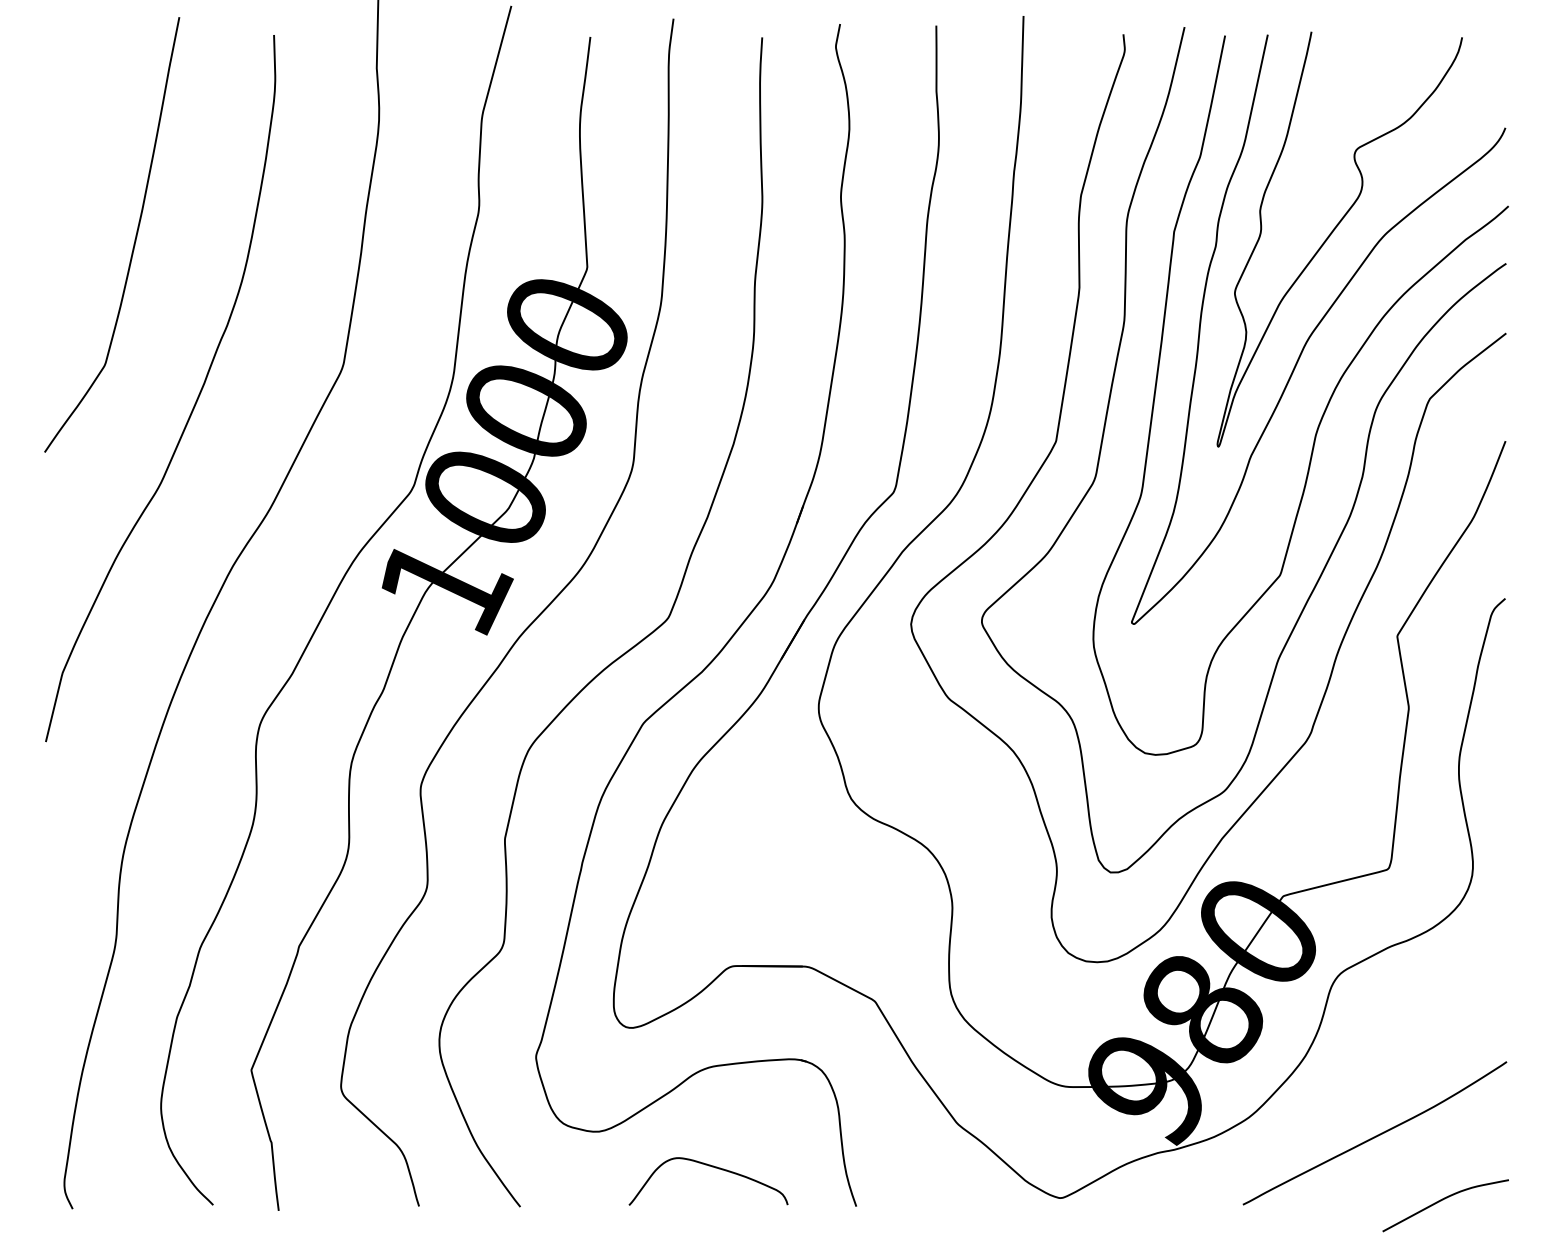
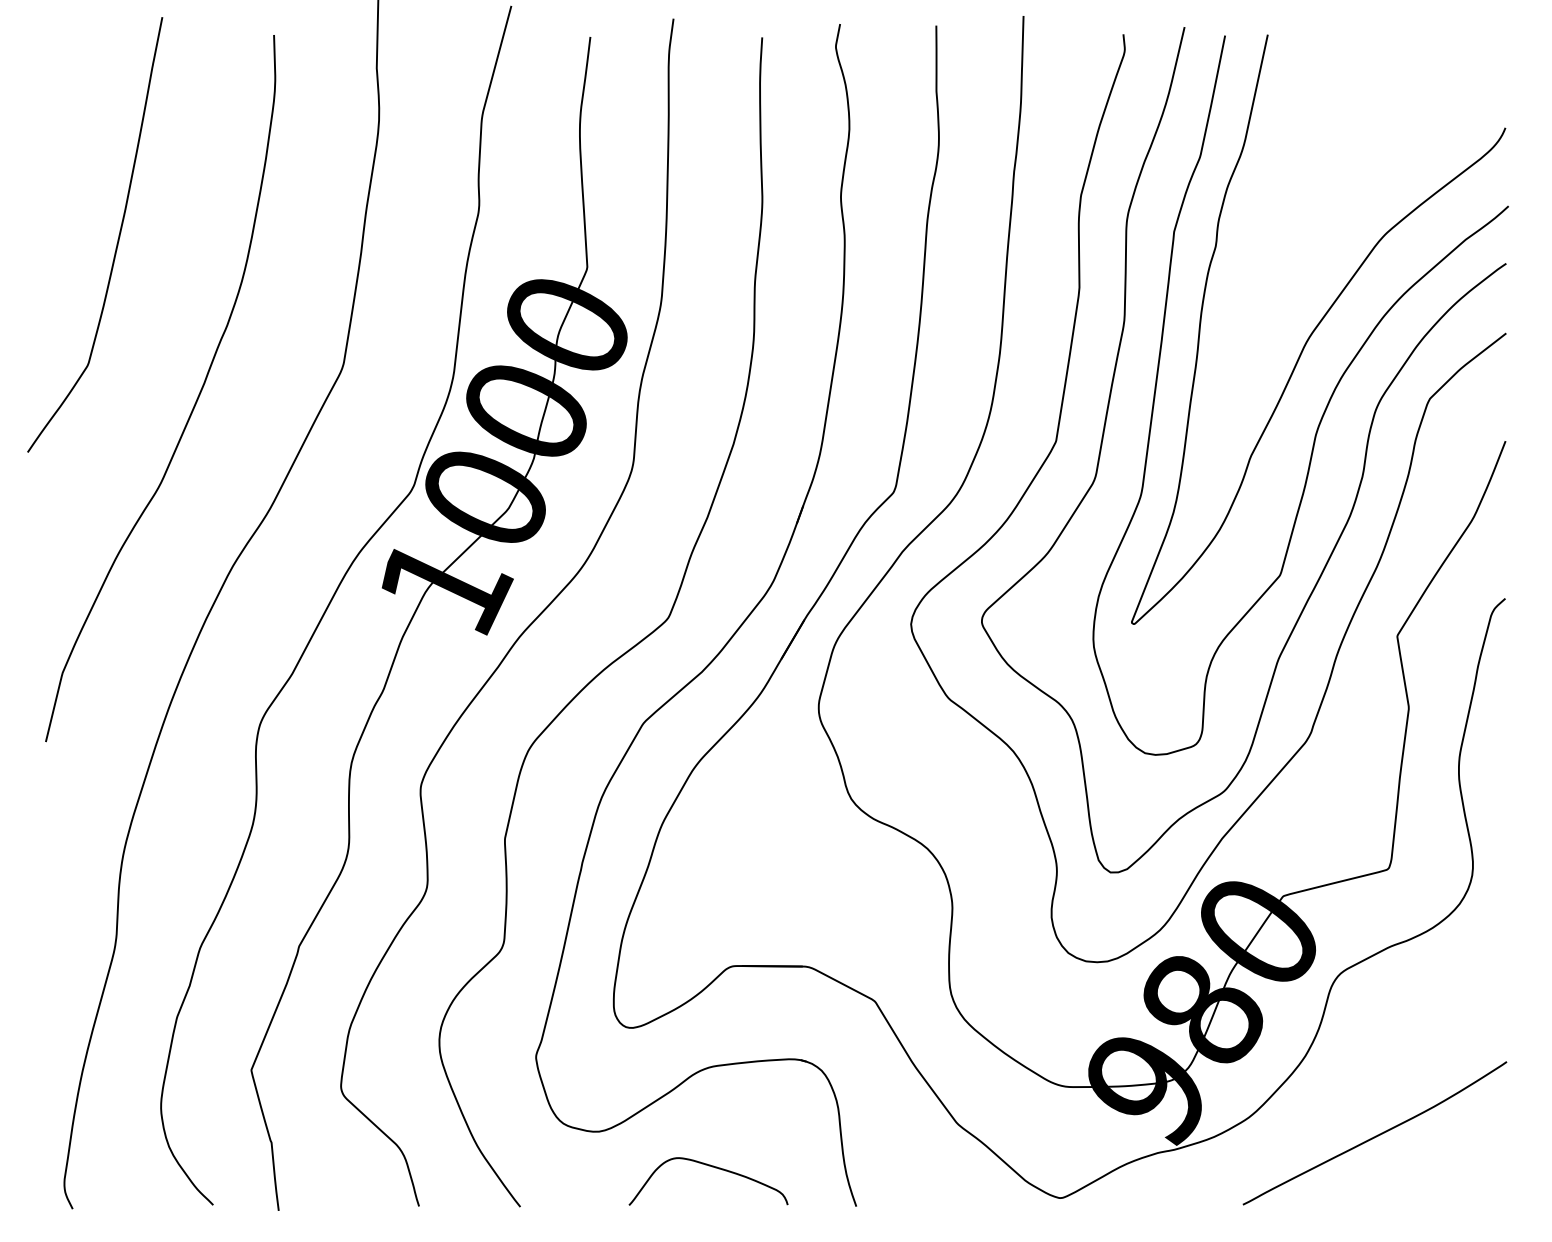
curve at (1333, 232): present -> none
curve at (134, 239) position: (134, 239) -> (117, 239)
curve at (1443, 1200): present -> none
